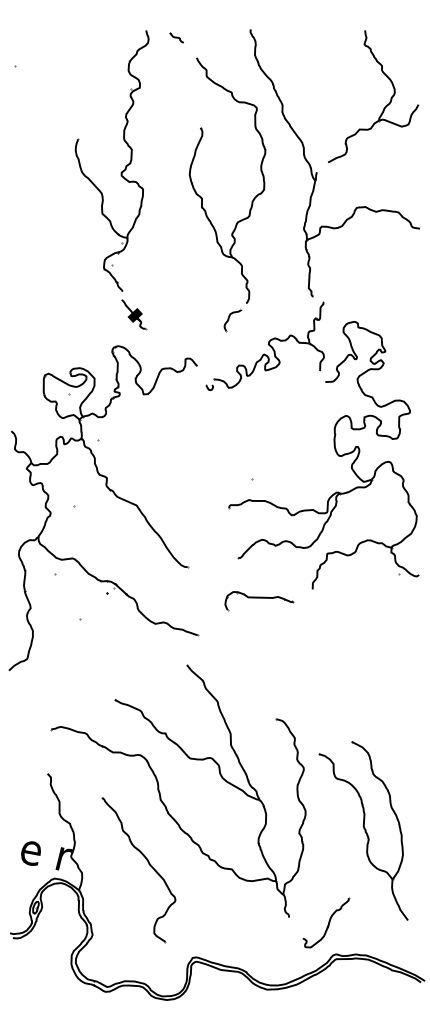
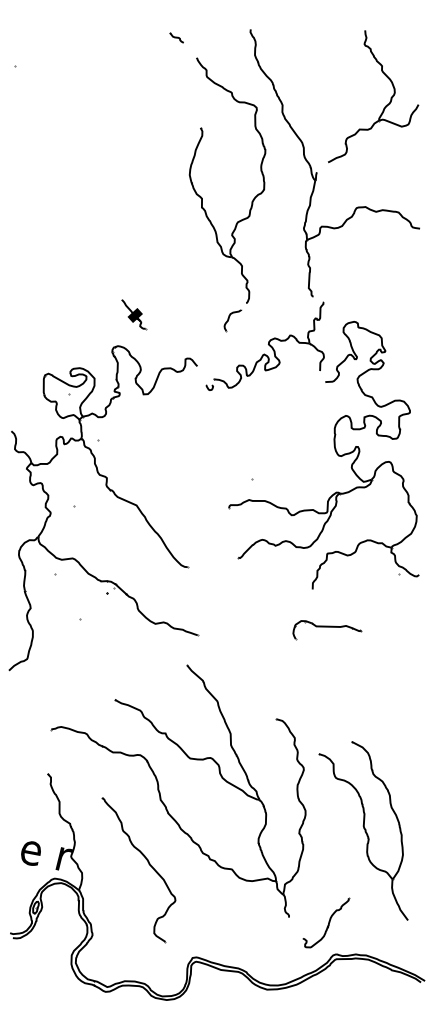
part at (125, 165): present -> none
part at (259, 601) position: (259, 601) -> (327, 630)
